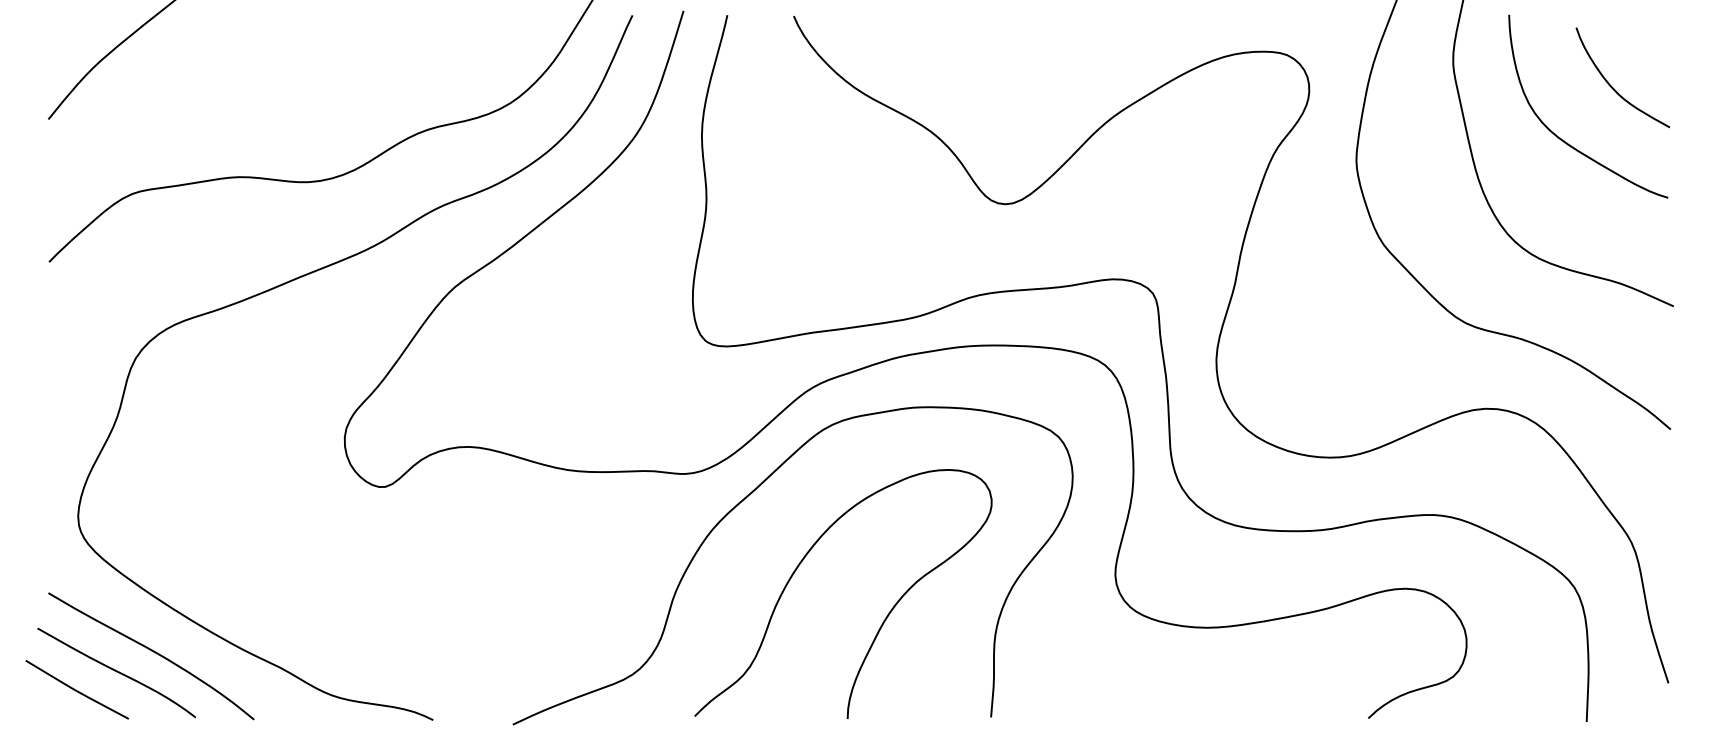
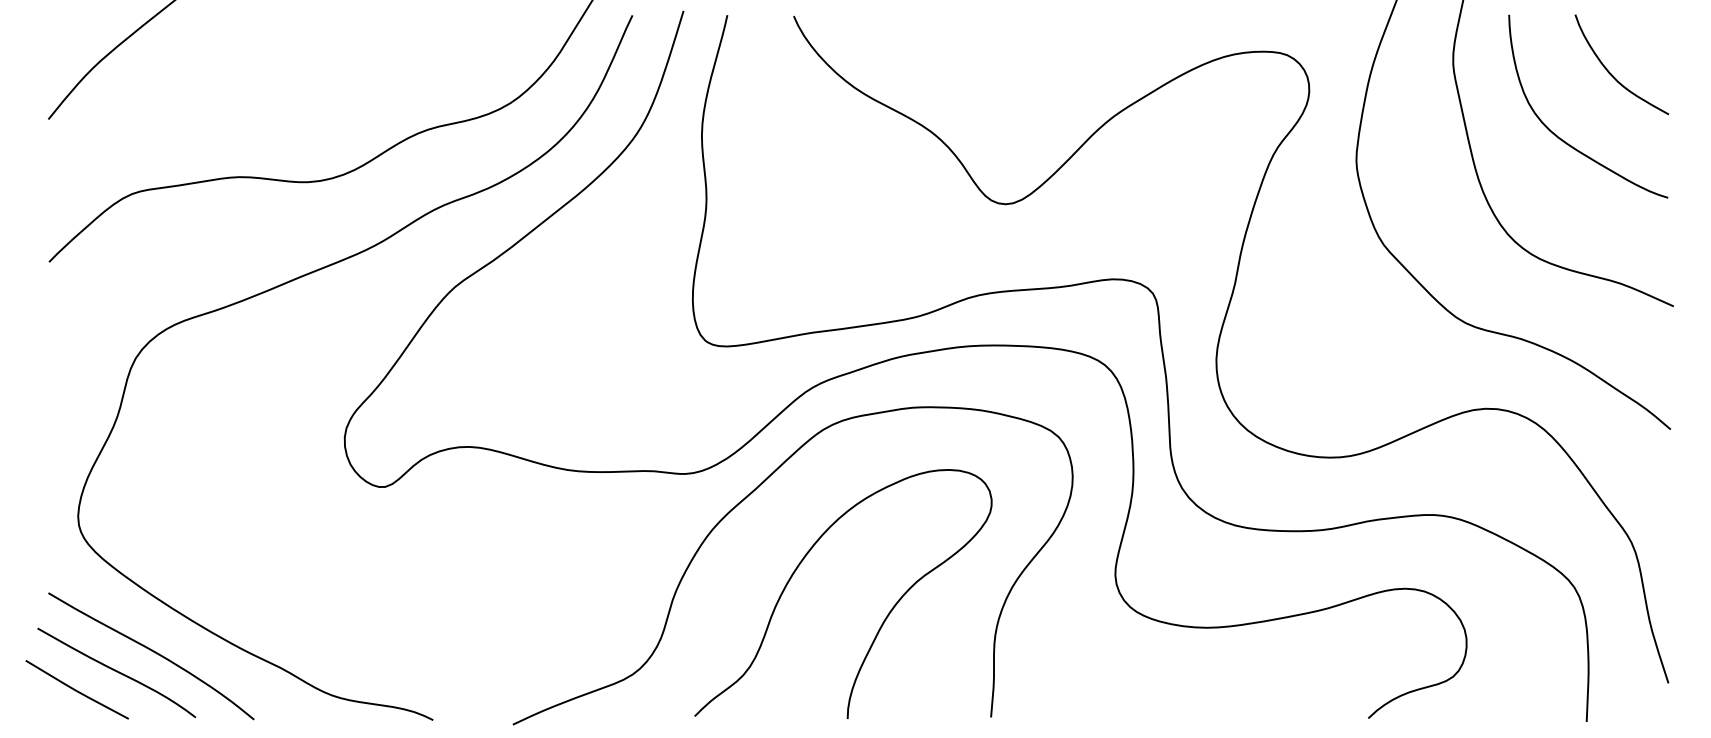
curve at (1612, 86) position: (1612, 86) -> (1611, 73)
